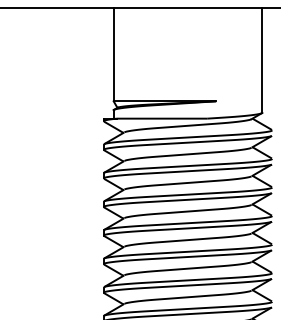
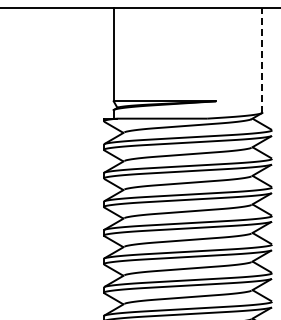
line at (262, 59): solid -> dashed
